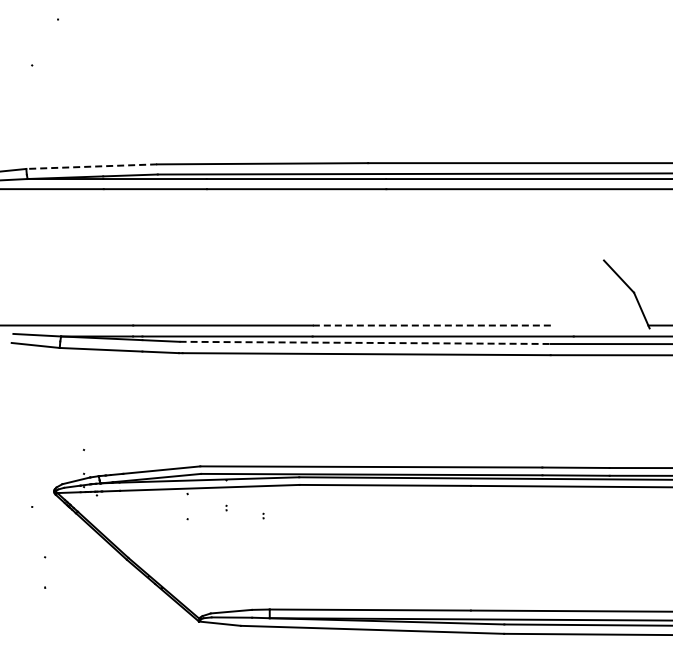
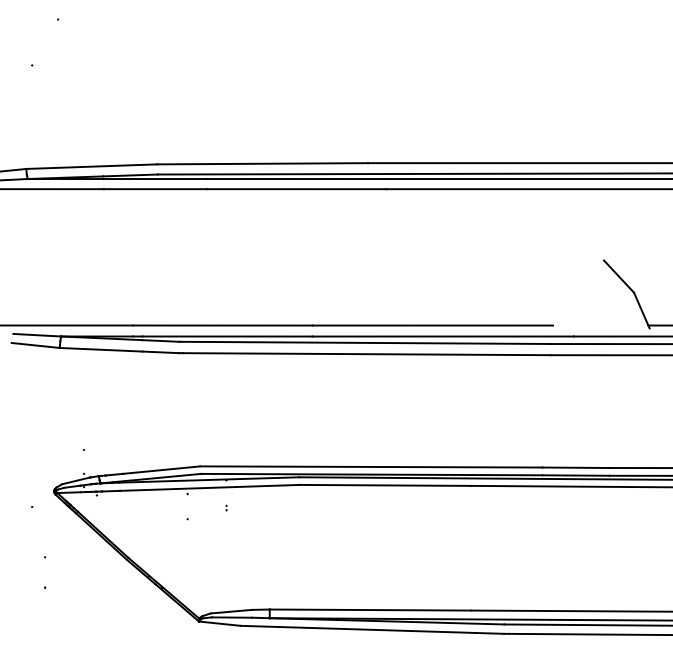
line at (91, 166): dashed -> solid
line at (433, 325): dashed -> solid
line at (365, 342): dashed -> solid
part at (263, 515): present -> none
